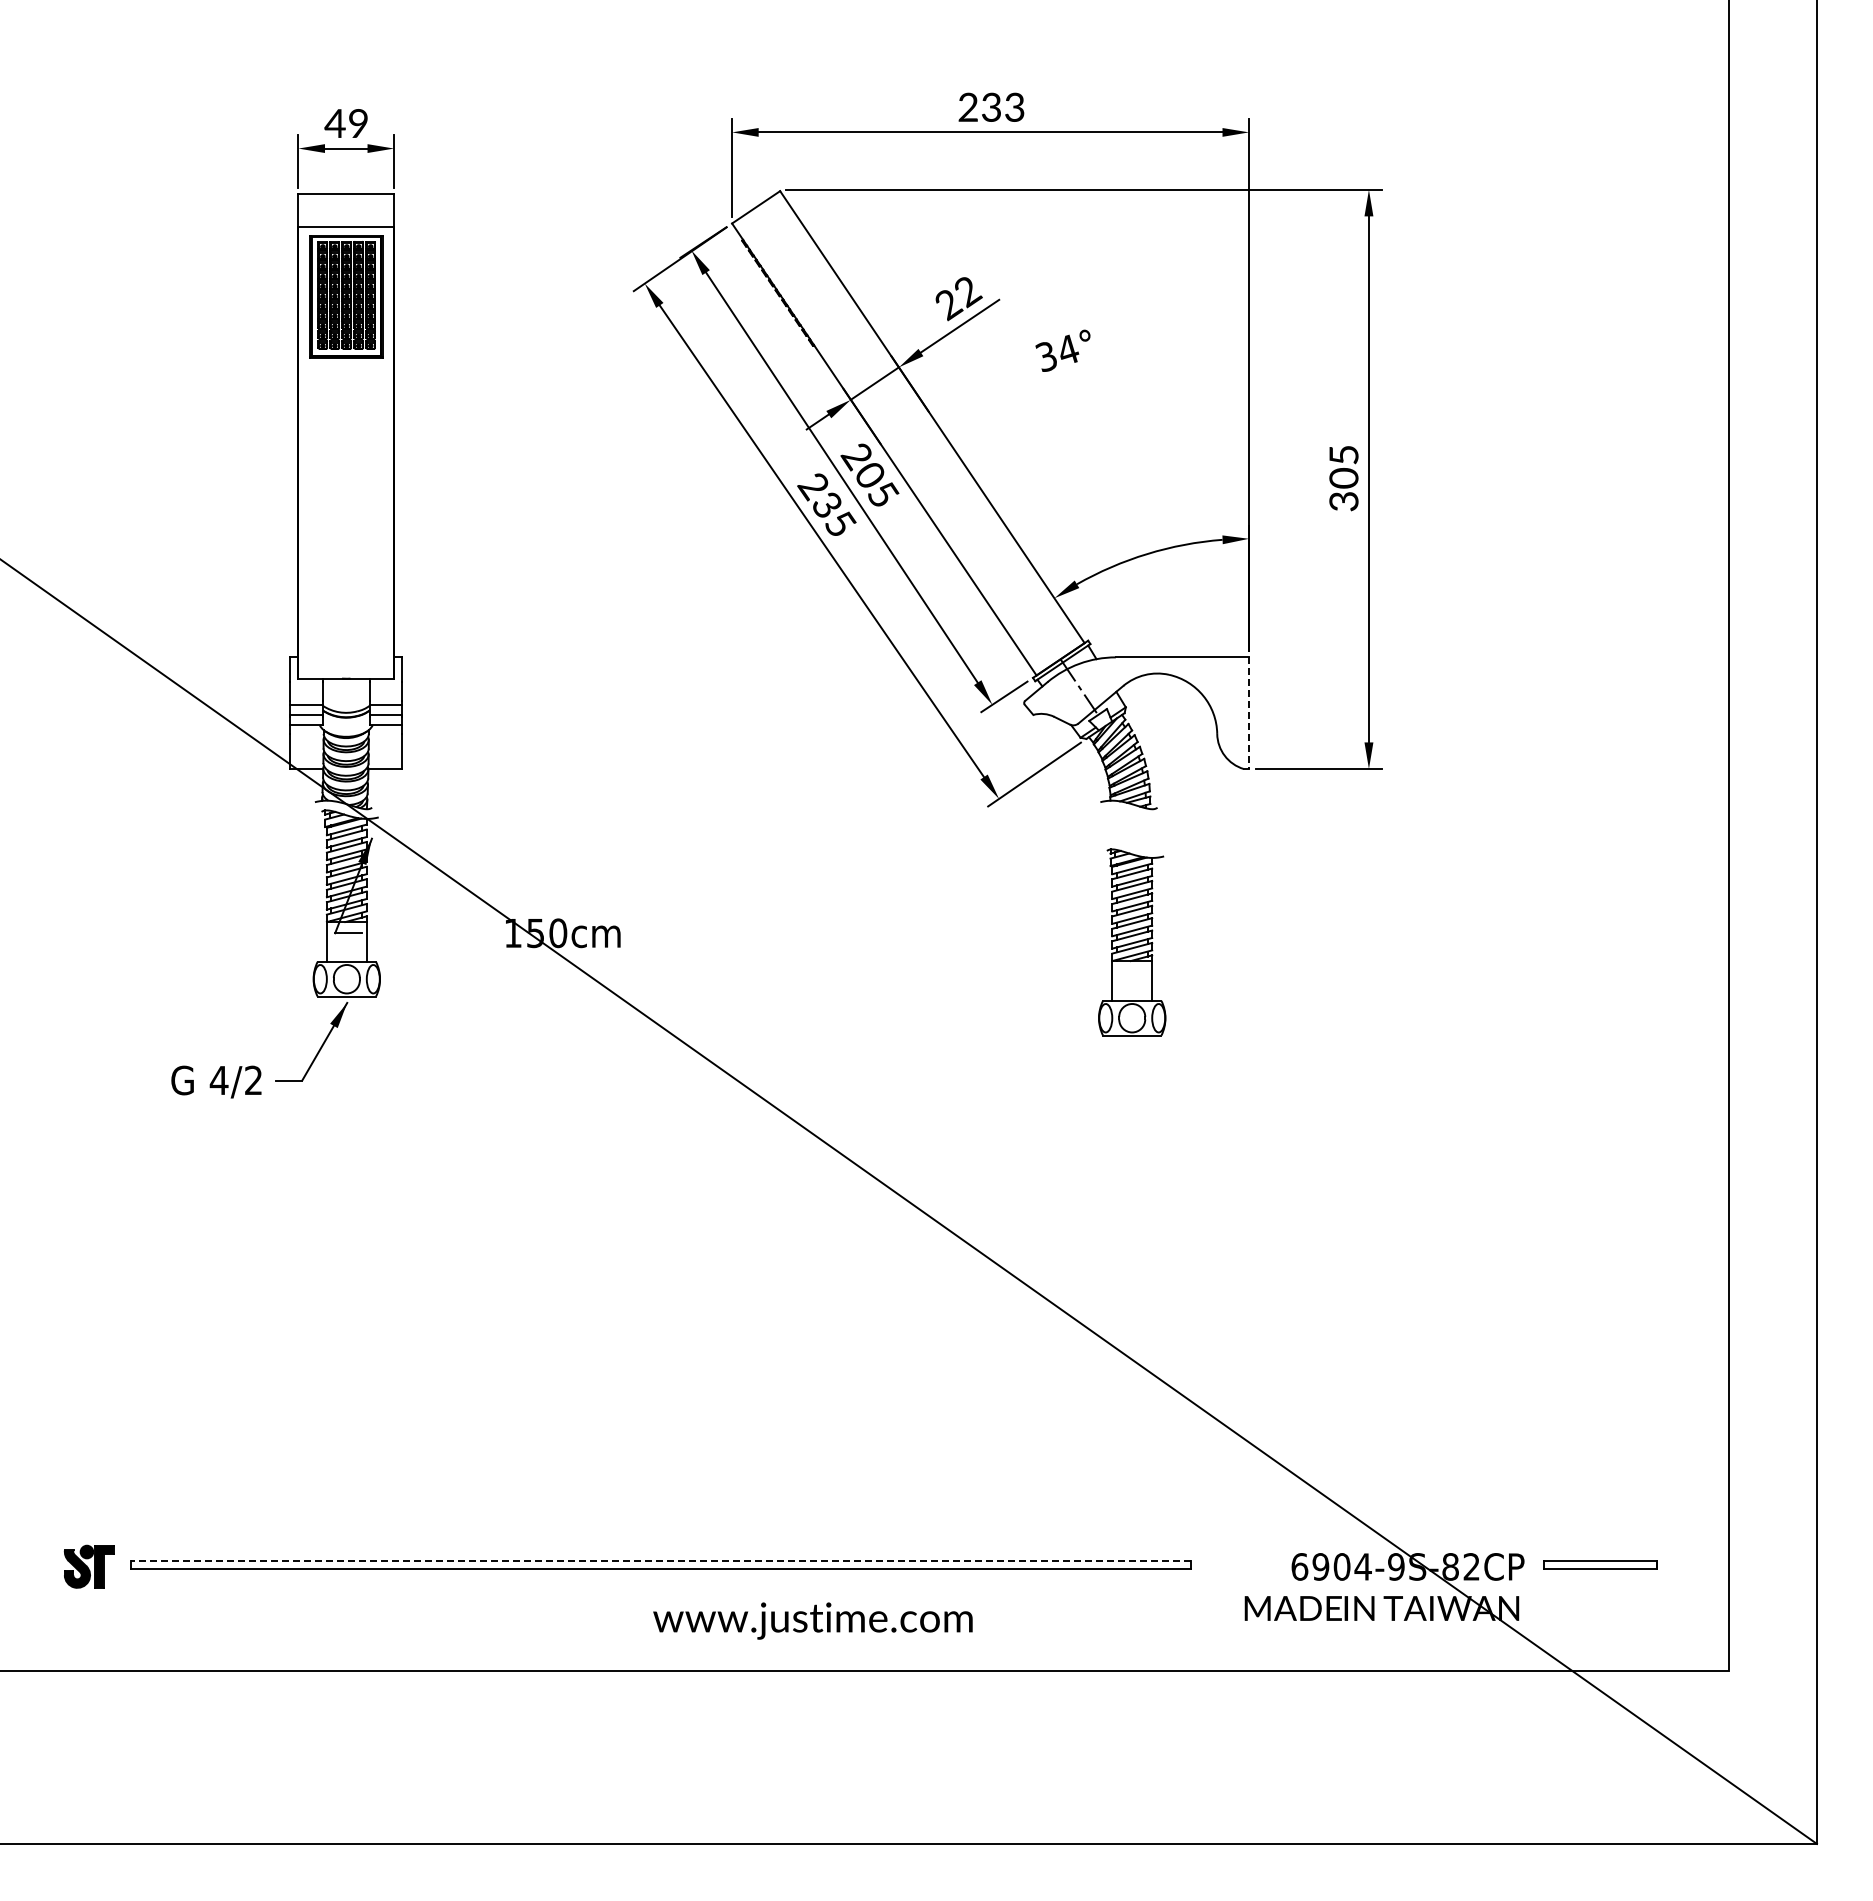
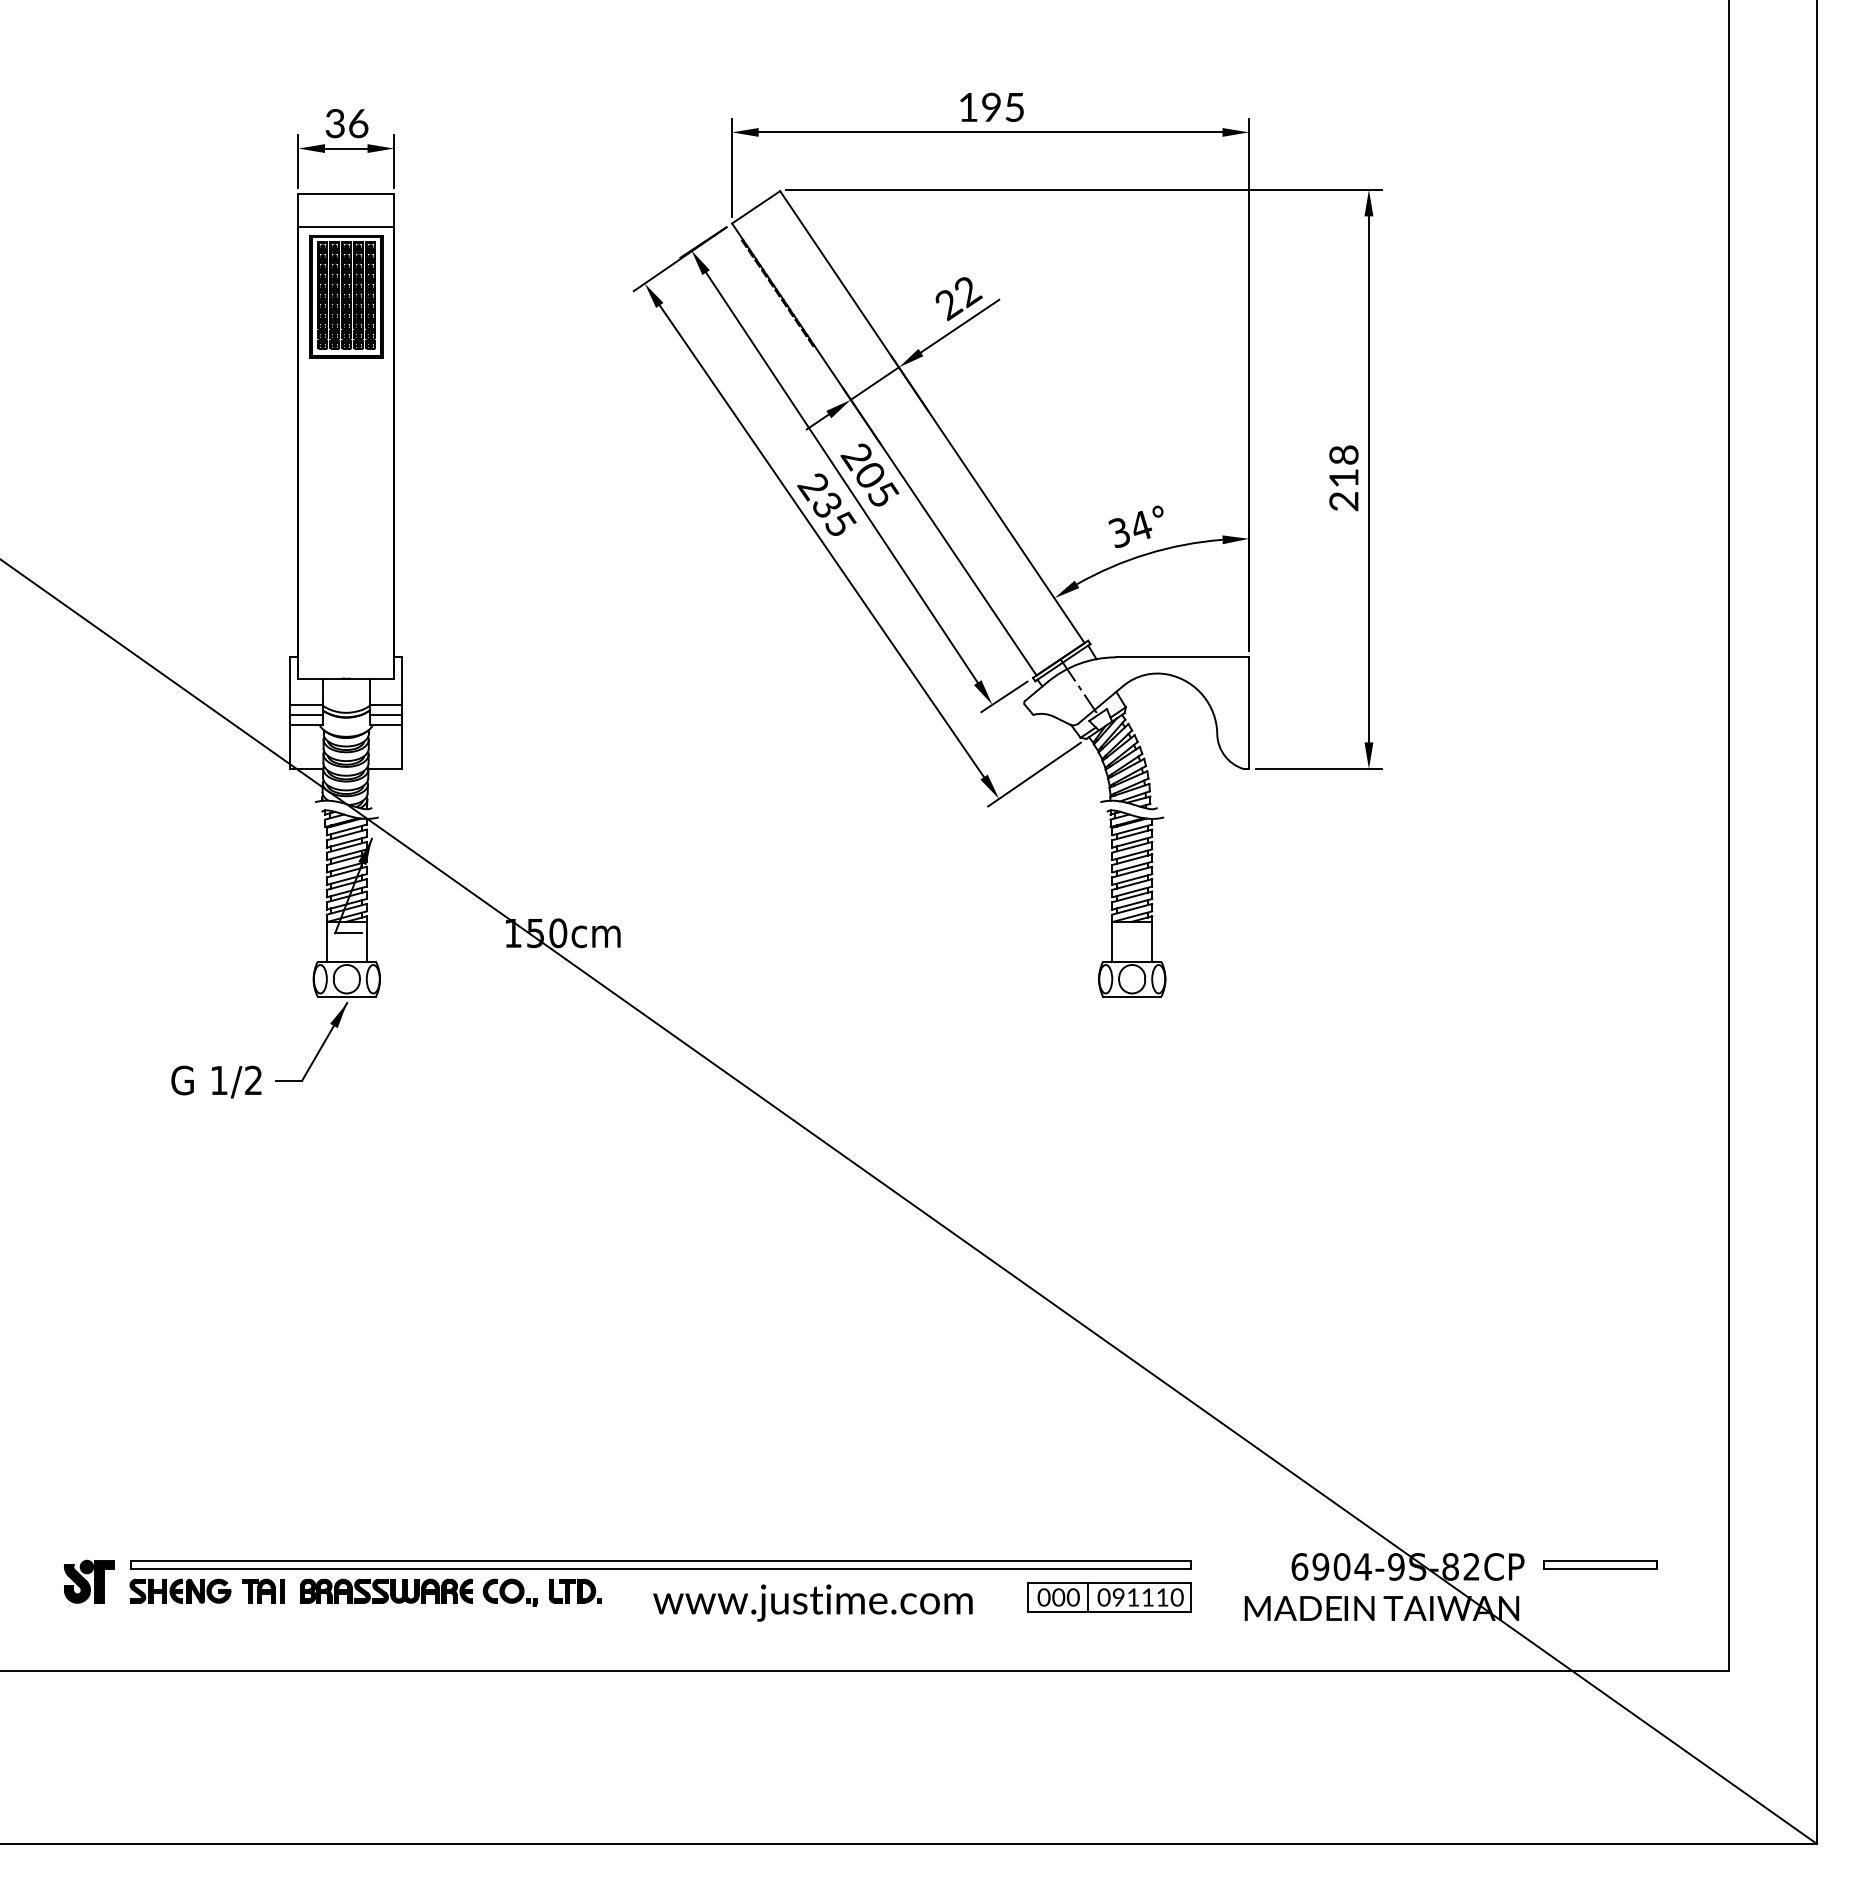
text at (991, 106): 233 -> 195
text at (346, 123): 49 -> 36
text at (1062, 350) position: (1062, 350) -> (1135, 526)
text at (1343, 478): 305 -> 218
line at (1249, 713): dashed -> solid
part at (1132, 942) position: (1132, 942) -> (1132, 903)
text at (218, 1080): 4/2 -> 1/2
line at (660, 1560): dashed -> solid
part at (88, 1566) position: (88, 1566) -> (88, 1581)
part at (365, 1592): none -> present
part at (1109, 1597): none -> present
text at (812, 1620) position: (812, 1620) -> (812, 1602)
